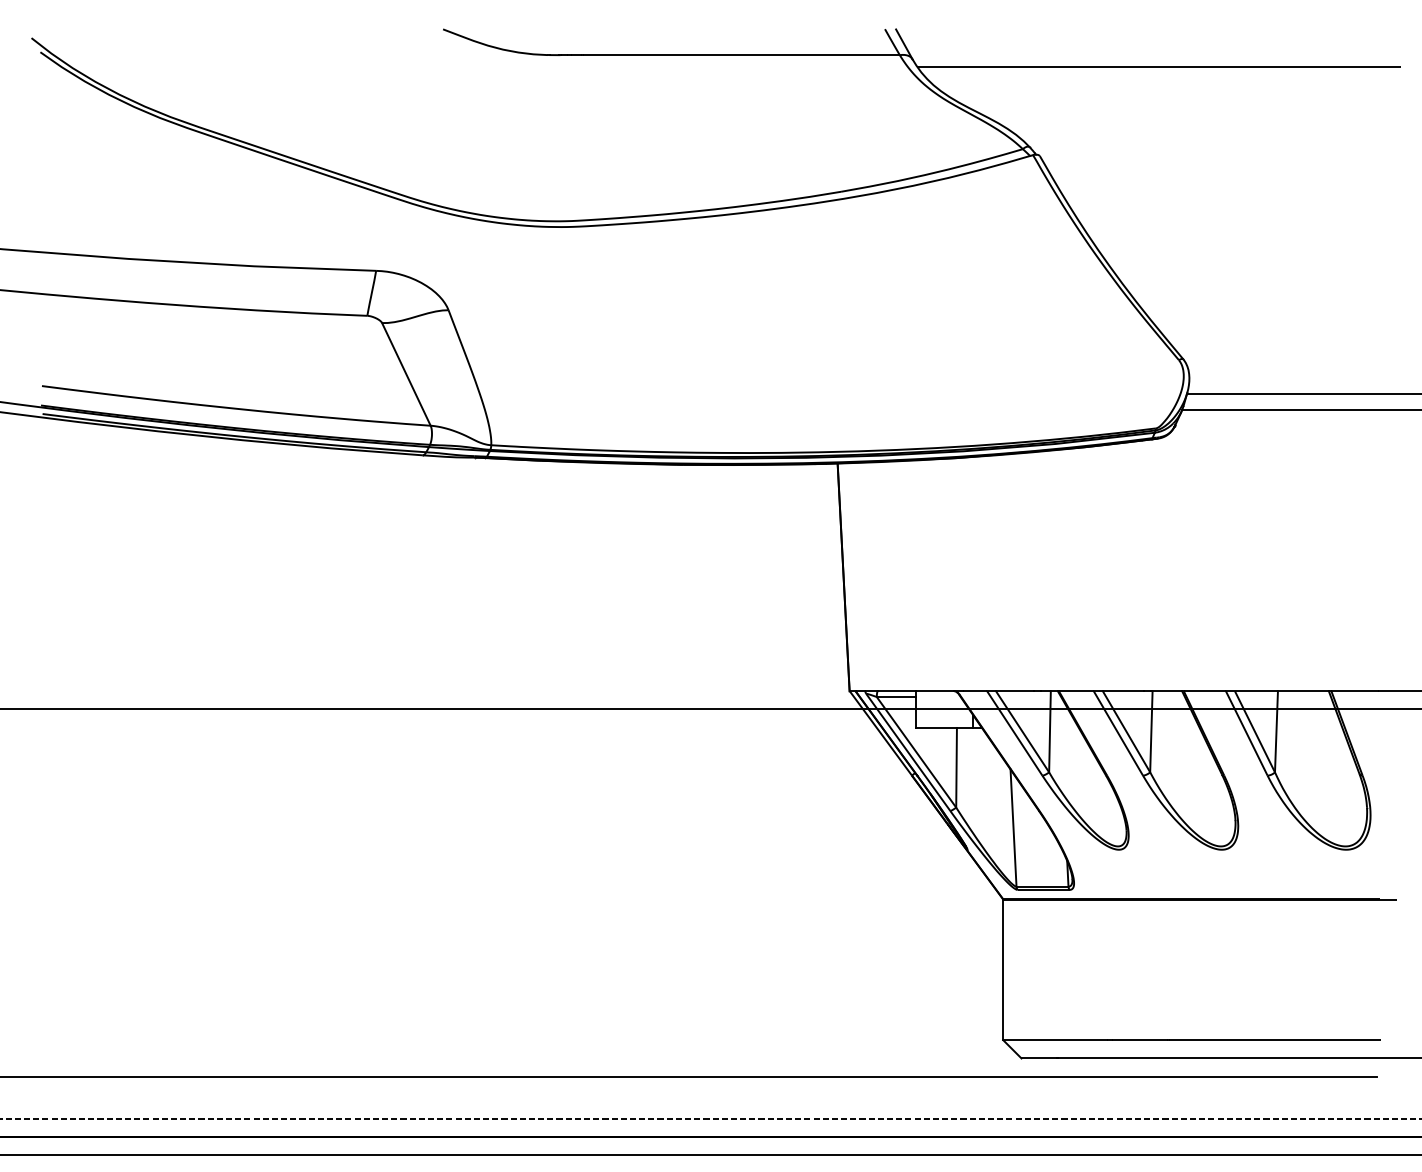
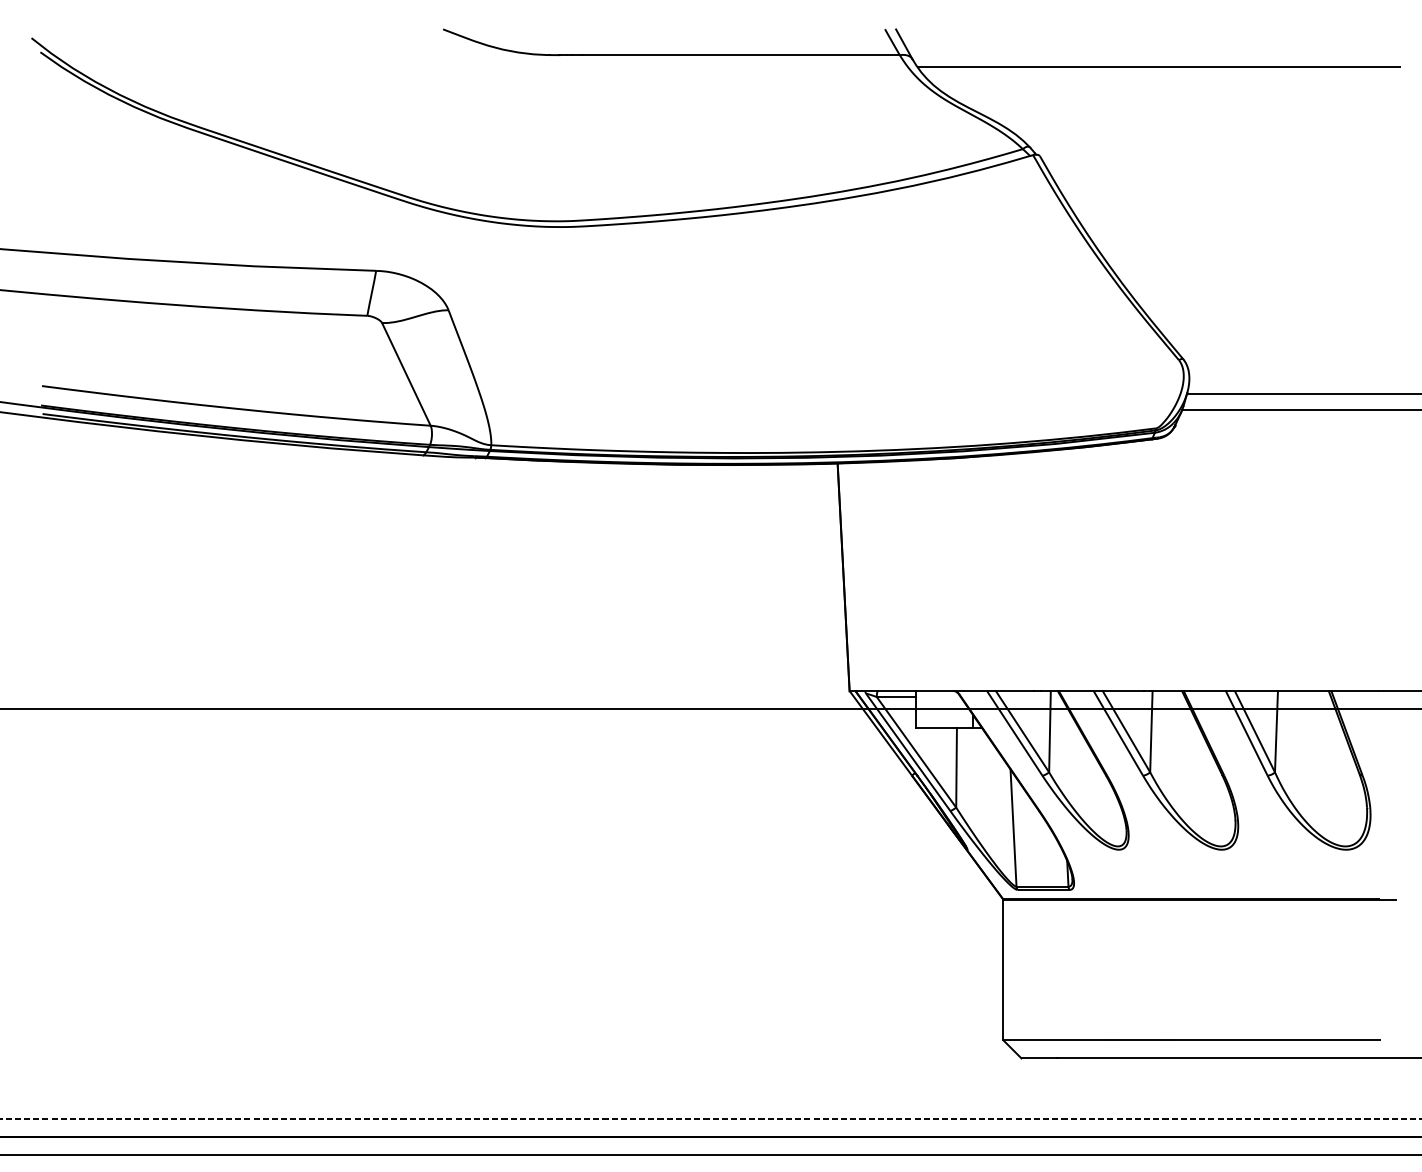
line at (689, 1076): present -> none
